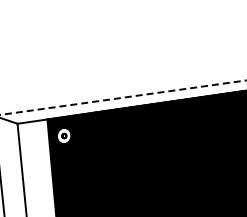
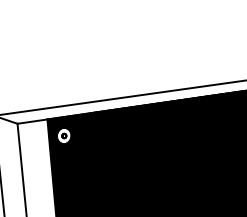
line at (123, 97): dashed -> solid
